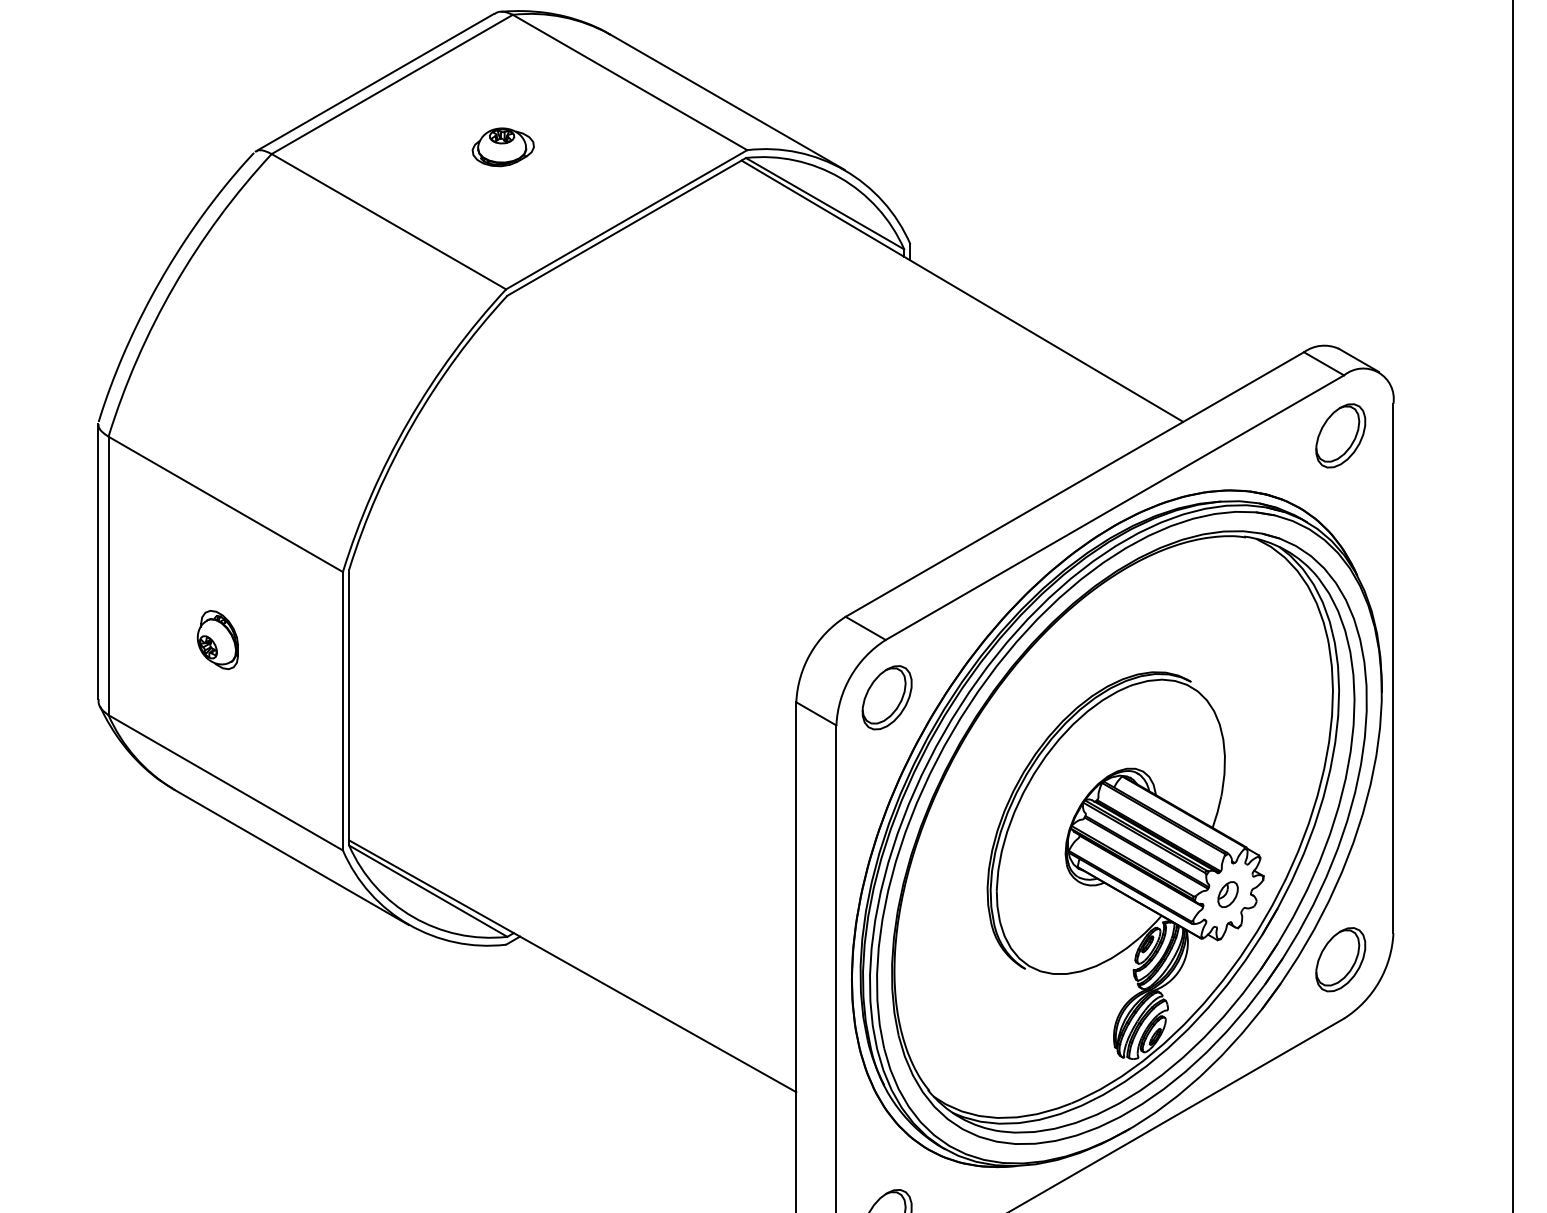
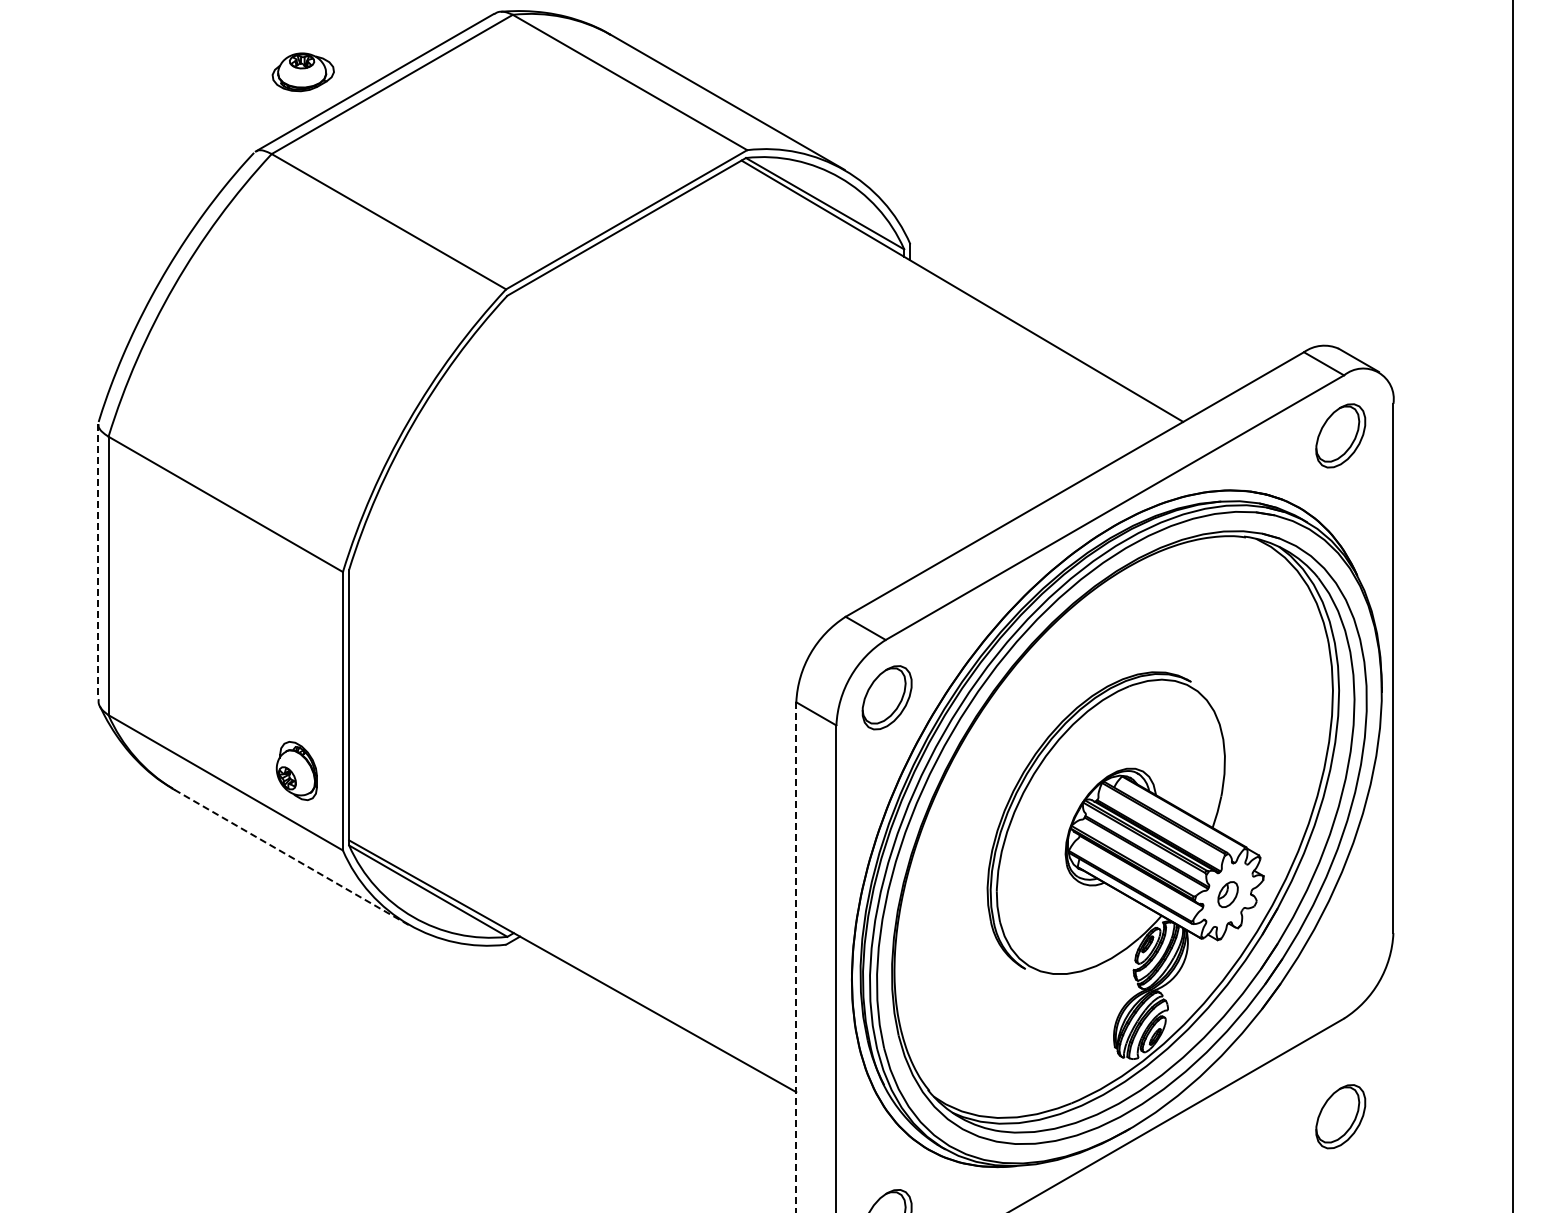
part at (502, 147) position: (502, 147) -> (302, 72)
line at (98, 562): solid -> dashed
part at (217, 640) position: (217, 640) -> (296, 771)
line at (291, 857): solid -> dashed
line at (796, 957): solid -> dashed
part at (1340, 959) position: (1340, 959) -> (1340, 1116)
